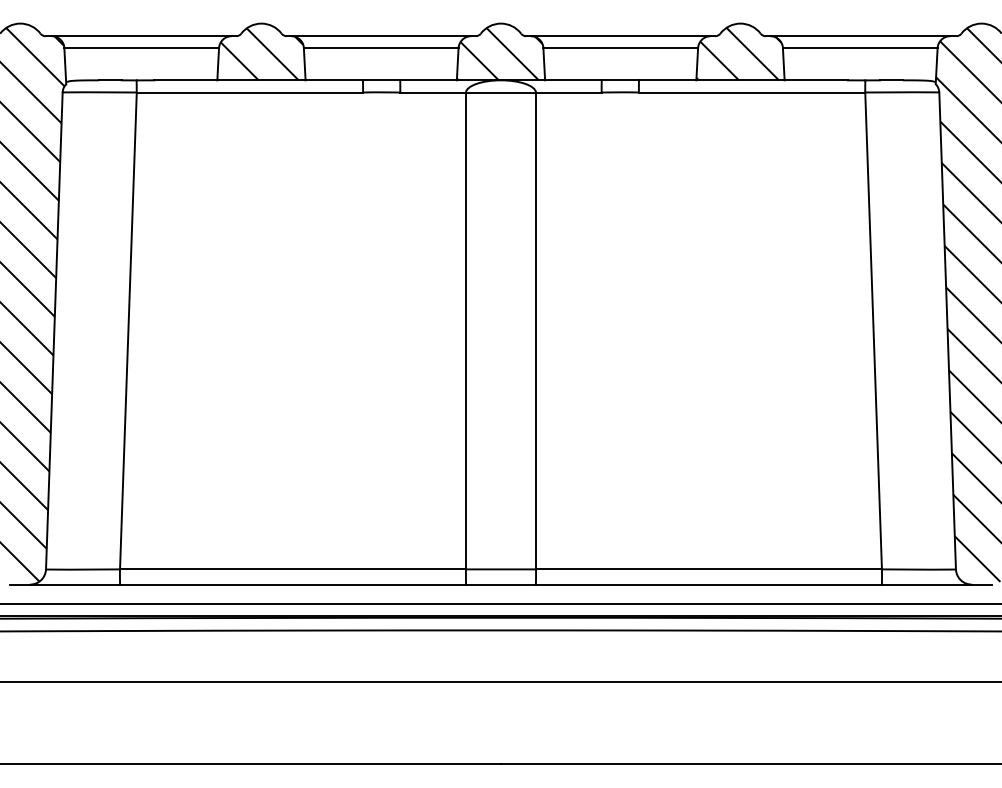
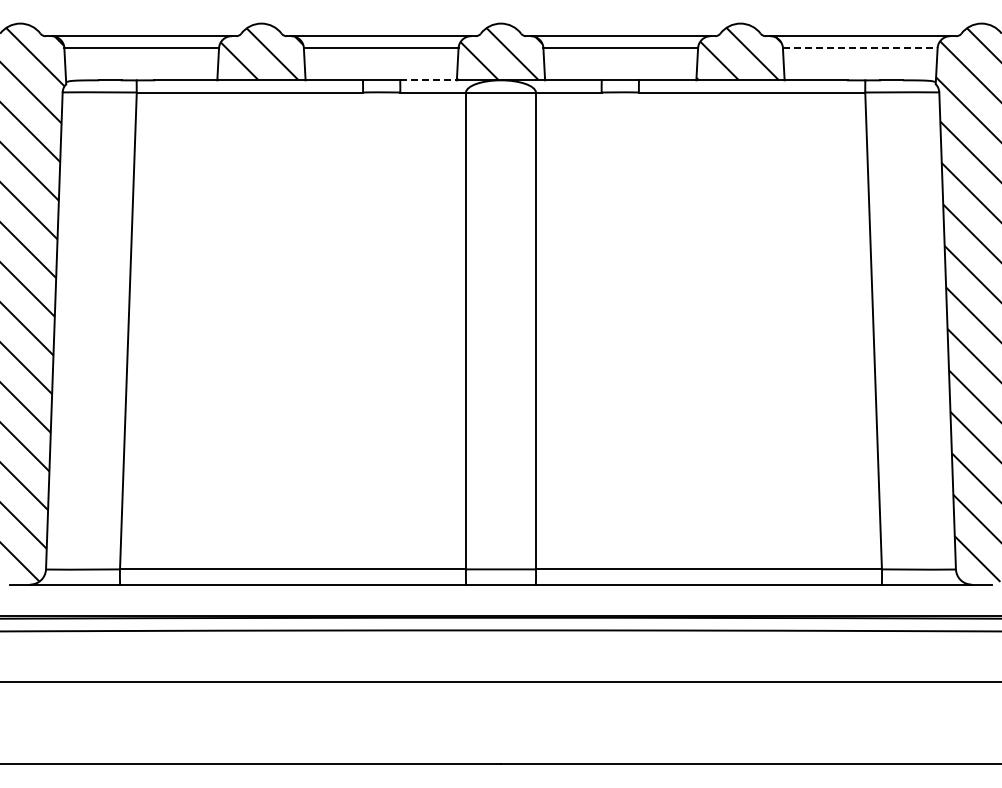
line at (860, 48): solid -> dashed
line at (429, 80): solid -> dashed
line at (500, 603): present -> none
